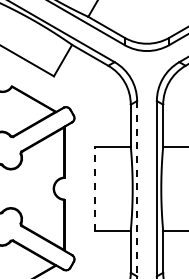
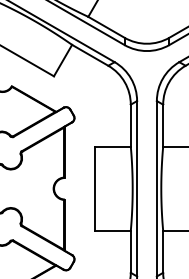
line at (94, 188): dashed -> solid
line at (137, 188): dashed -> solid
